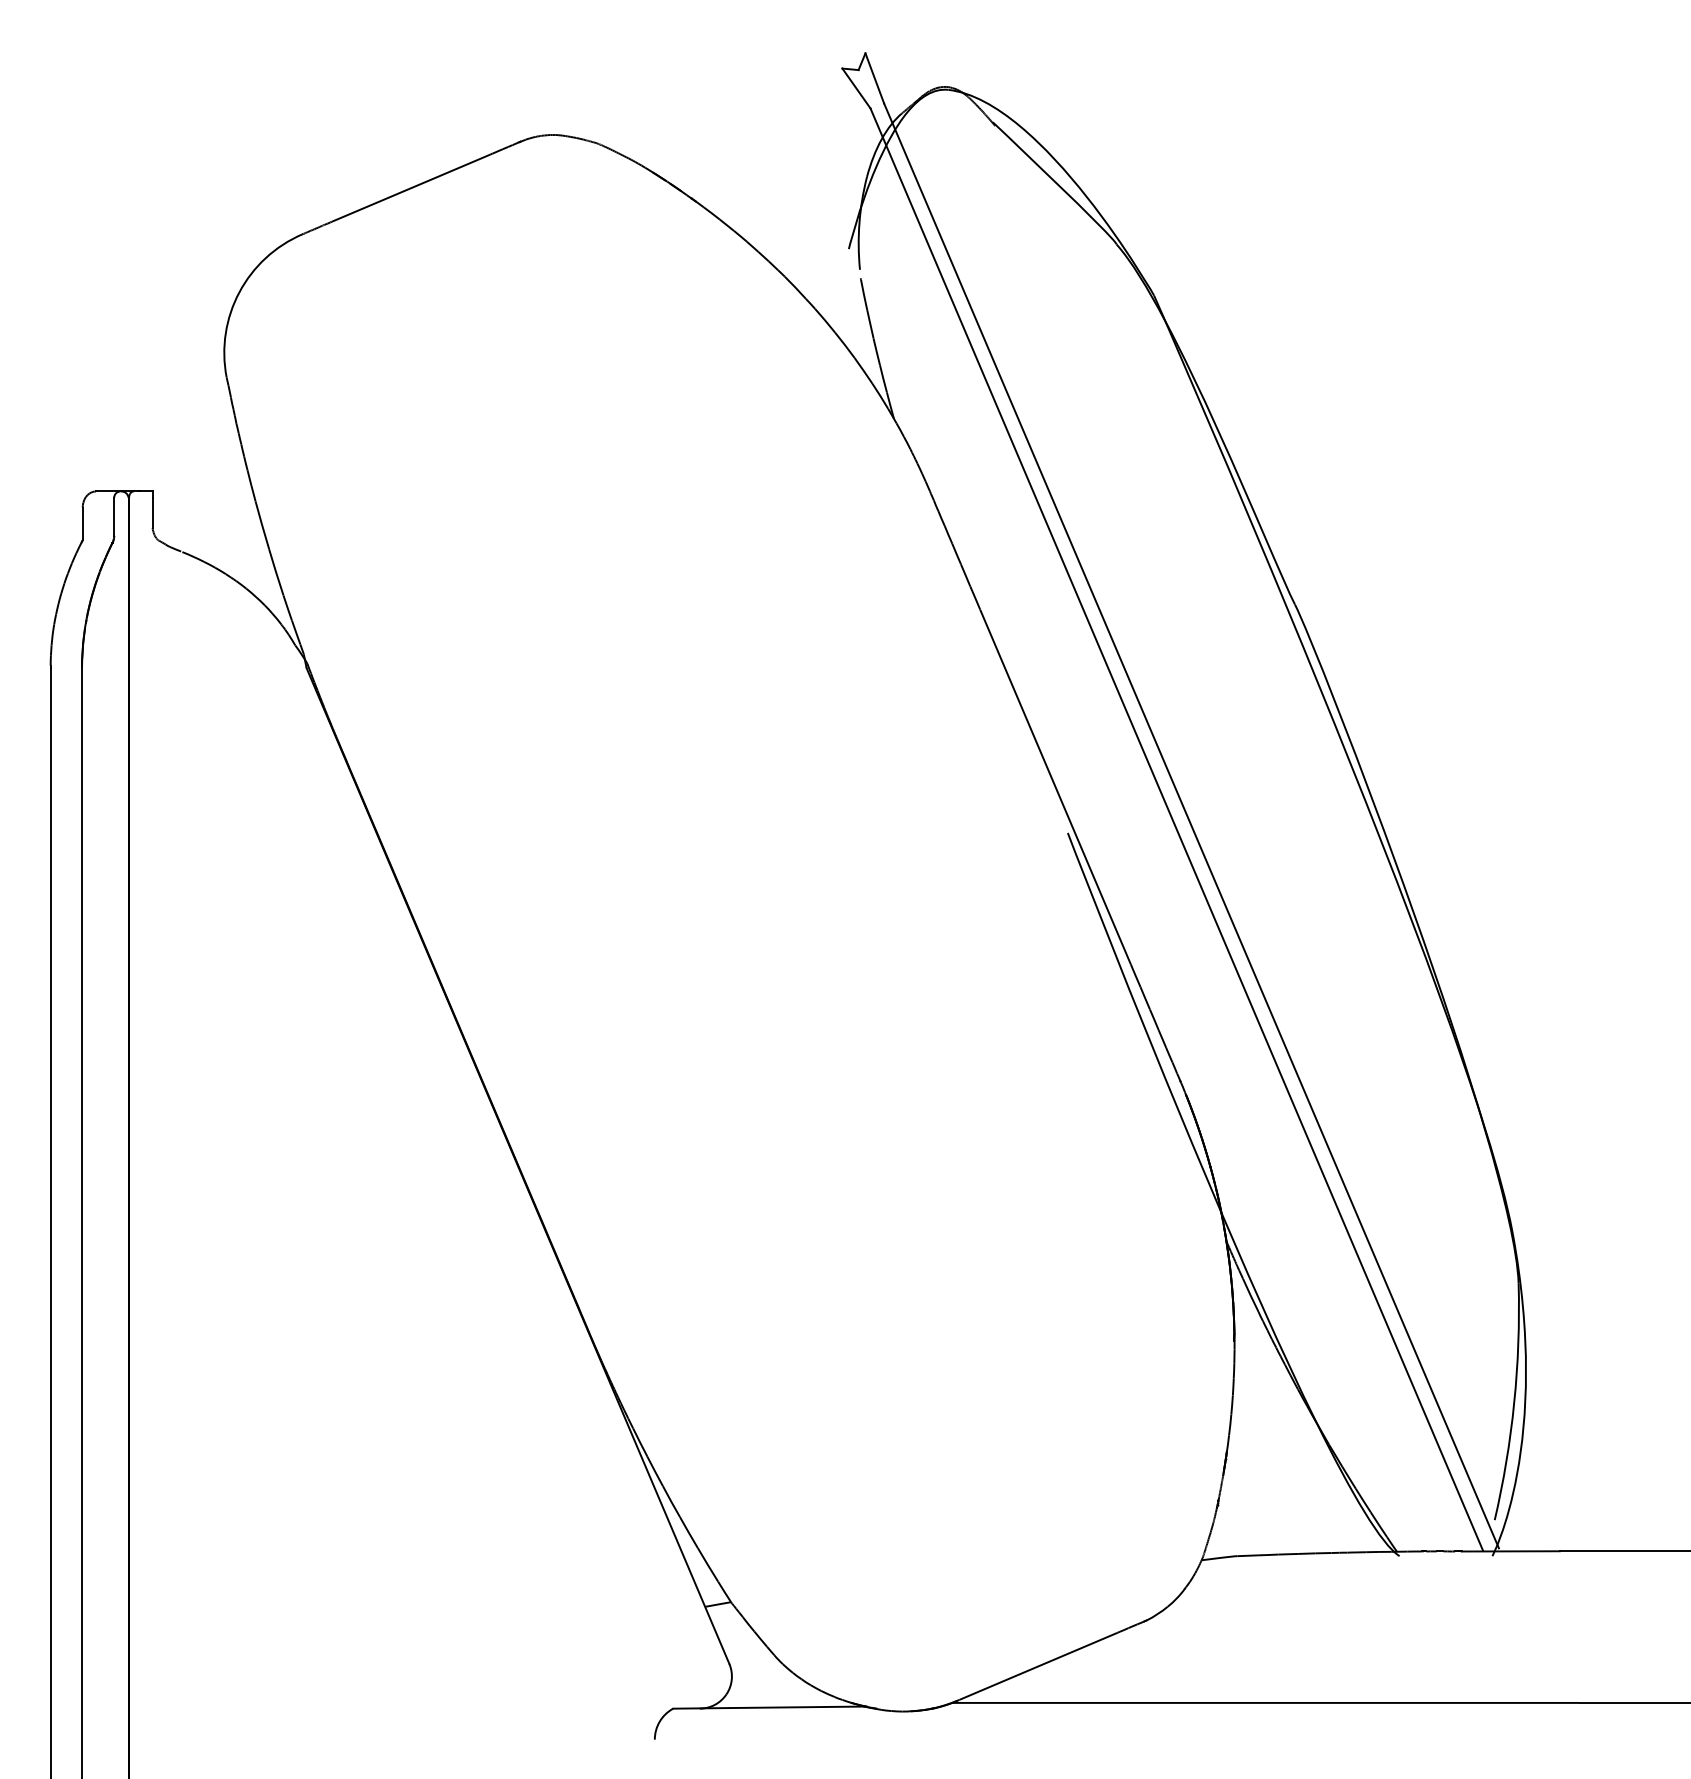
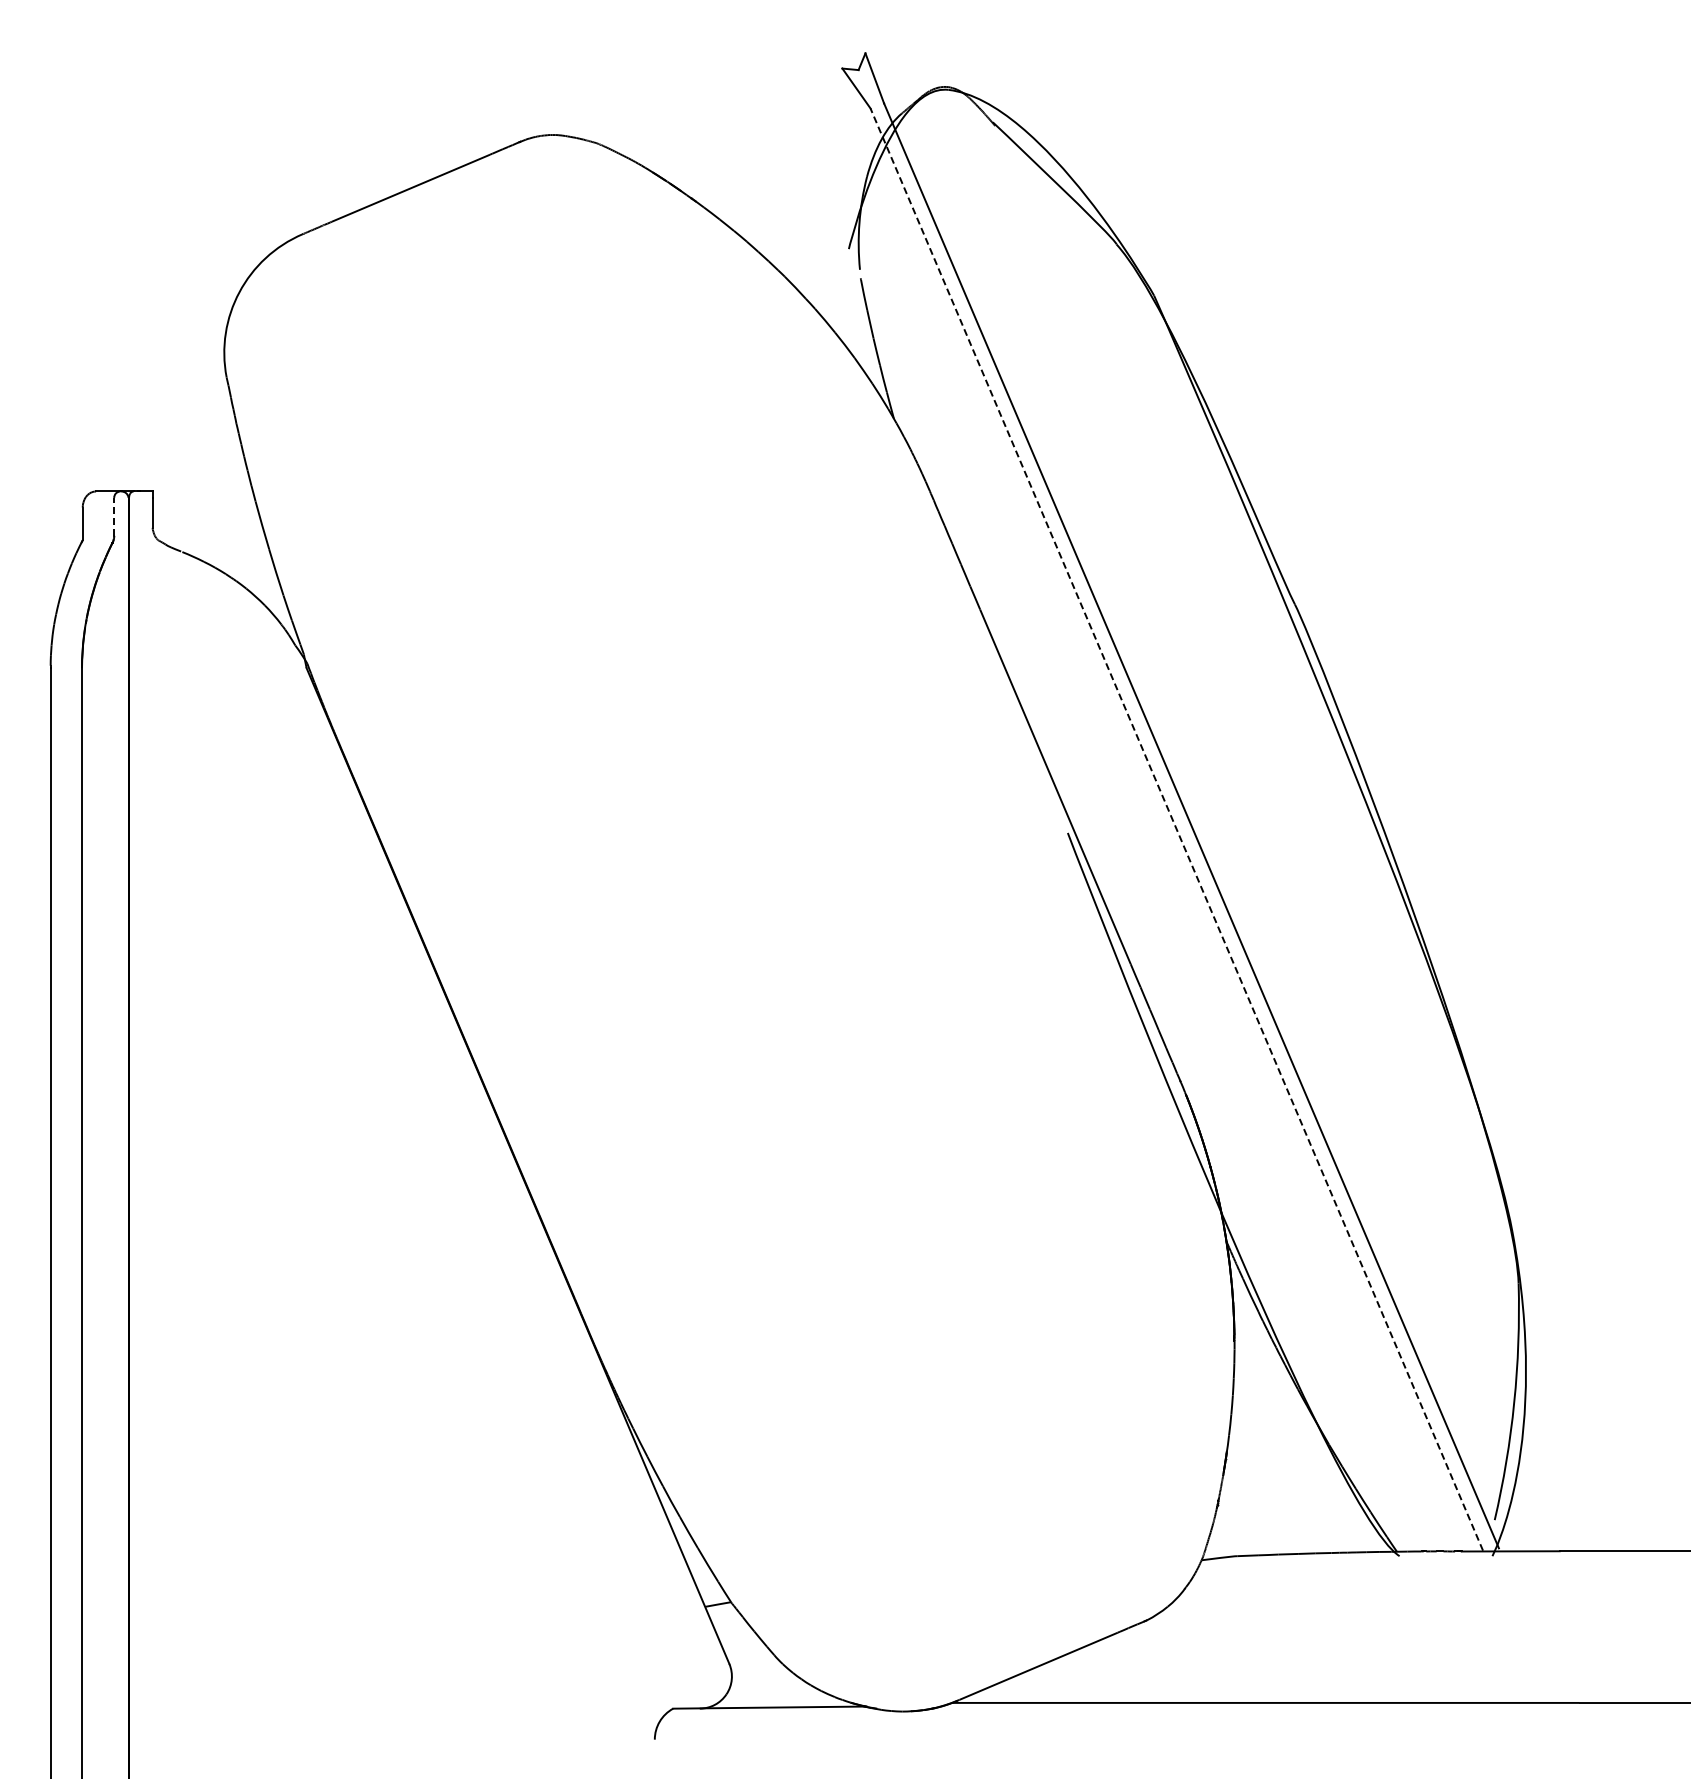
line at (114, 516): solid -> dashed
line at (1176, 829): solid -> dashed
